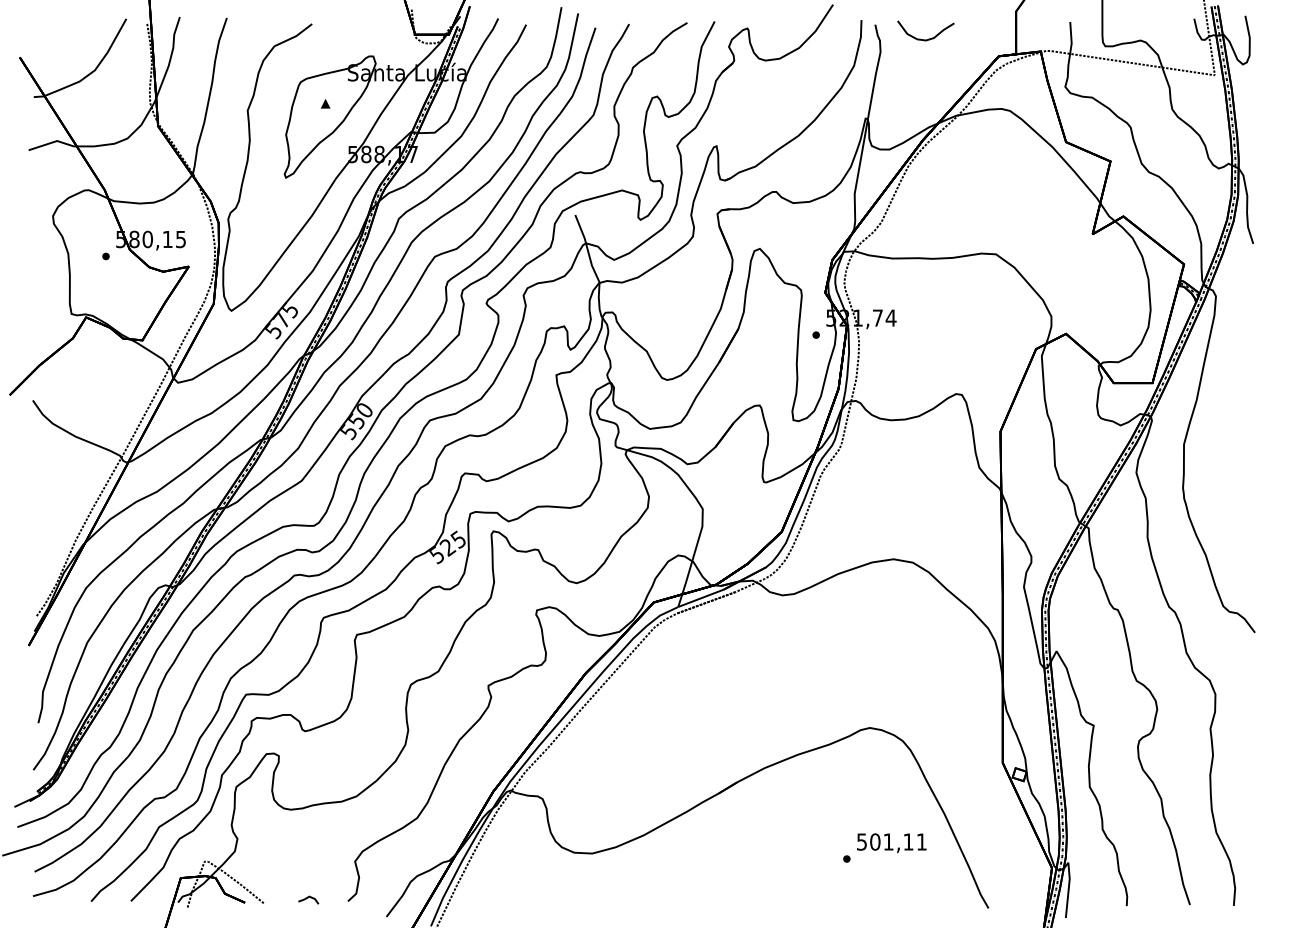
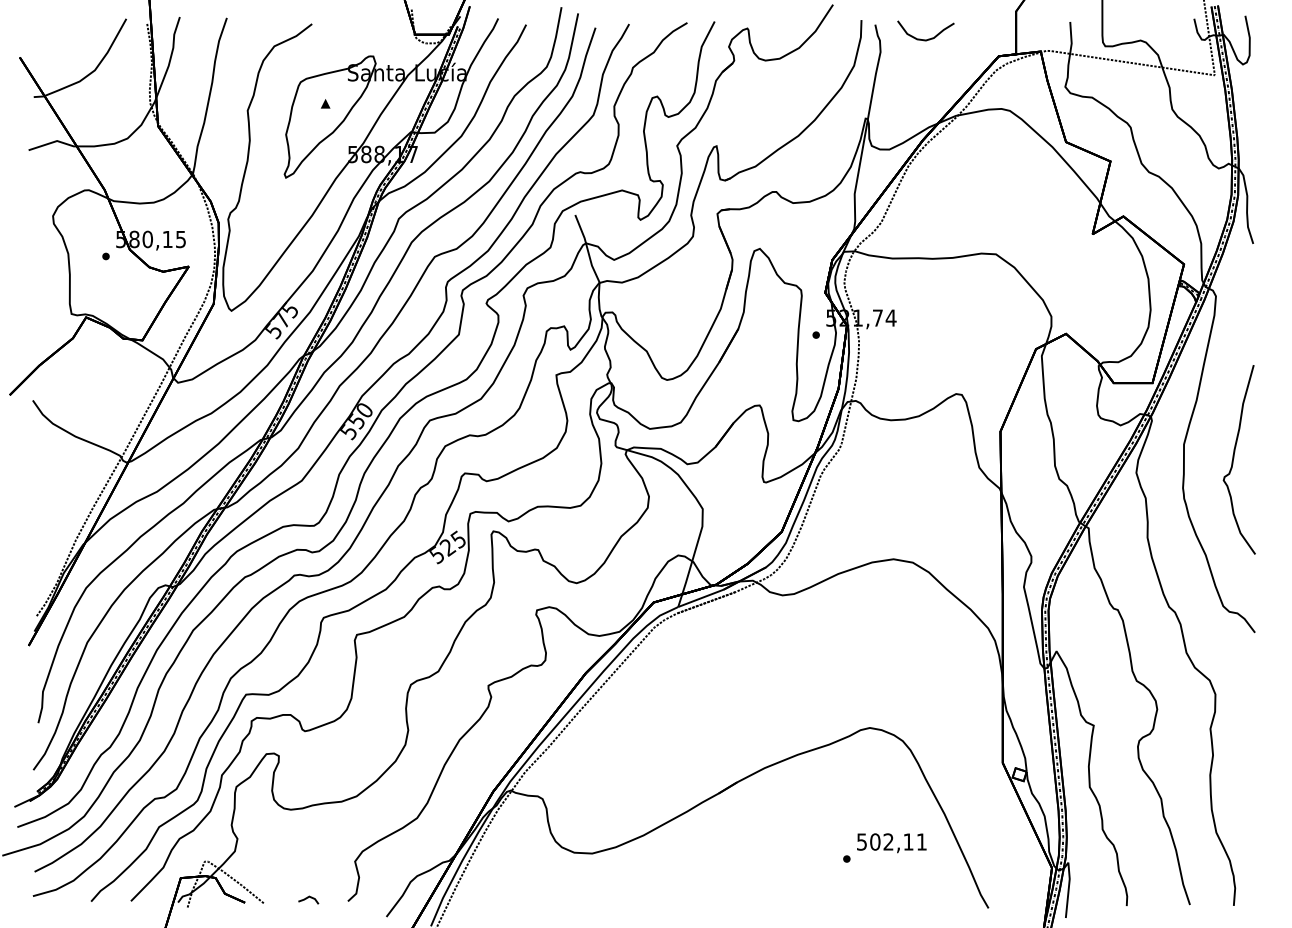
curve at (1234, 458): none -> present
text at (888, 841): 501,11 -> 502,11
